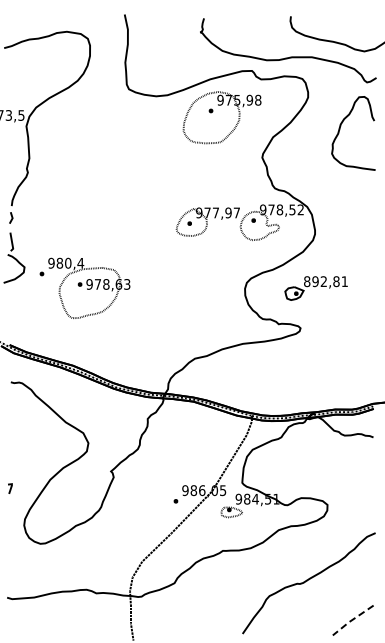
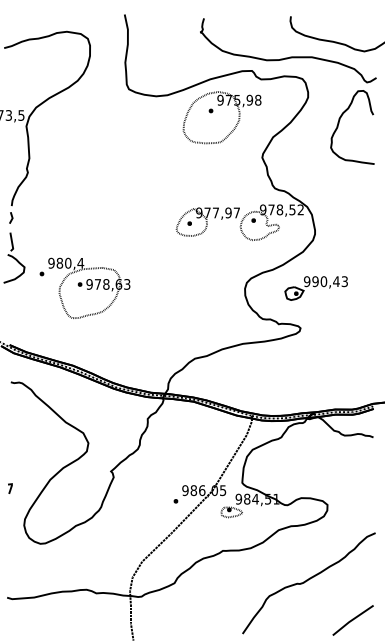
curve at (340, 129) position: (340, 129) -> (339, 123)
text at (325, 281): 892,81 -> 990,43
line at (352, 619): dashed -> solid
